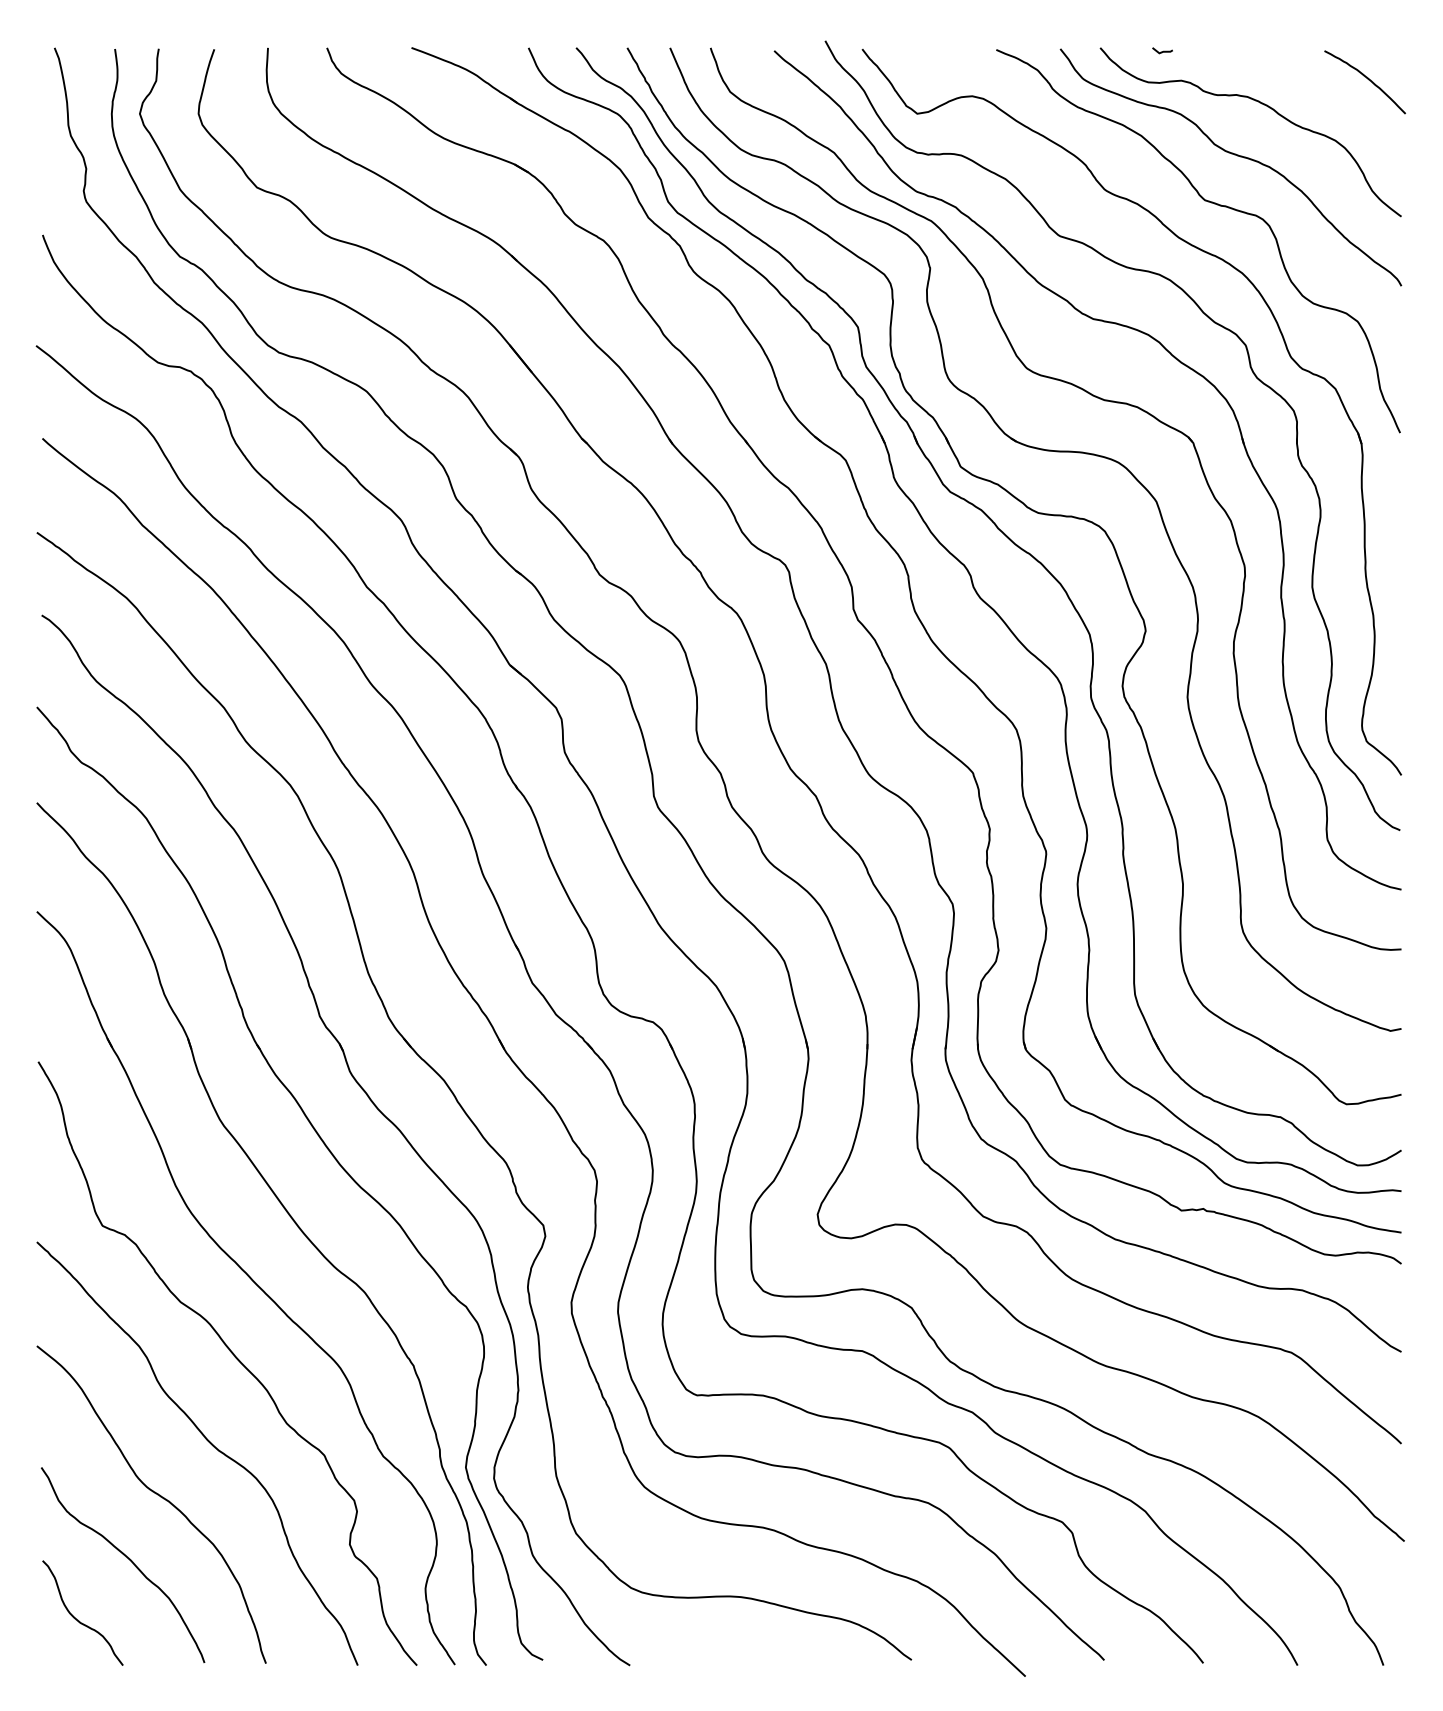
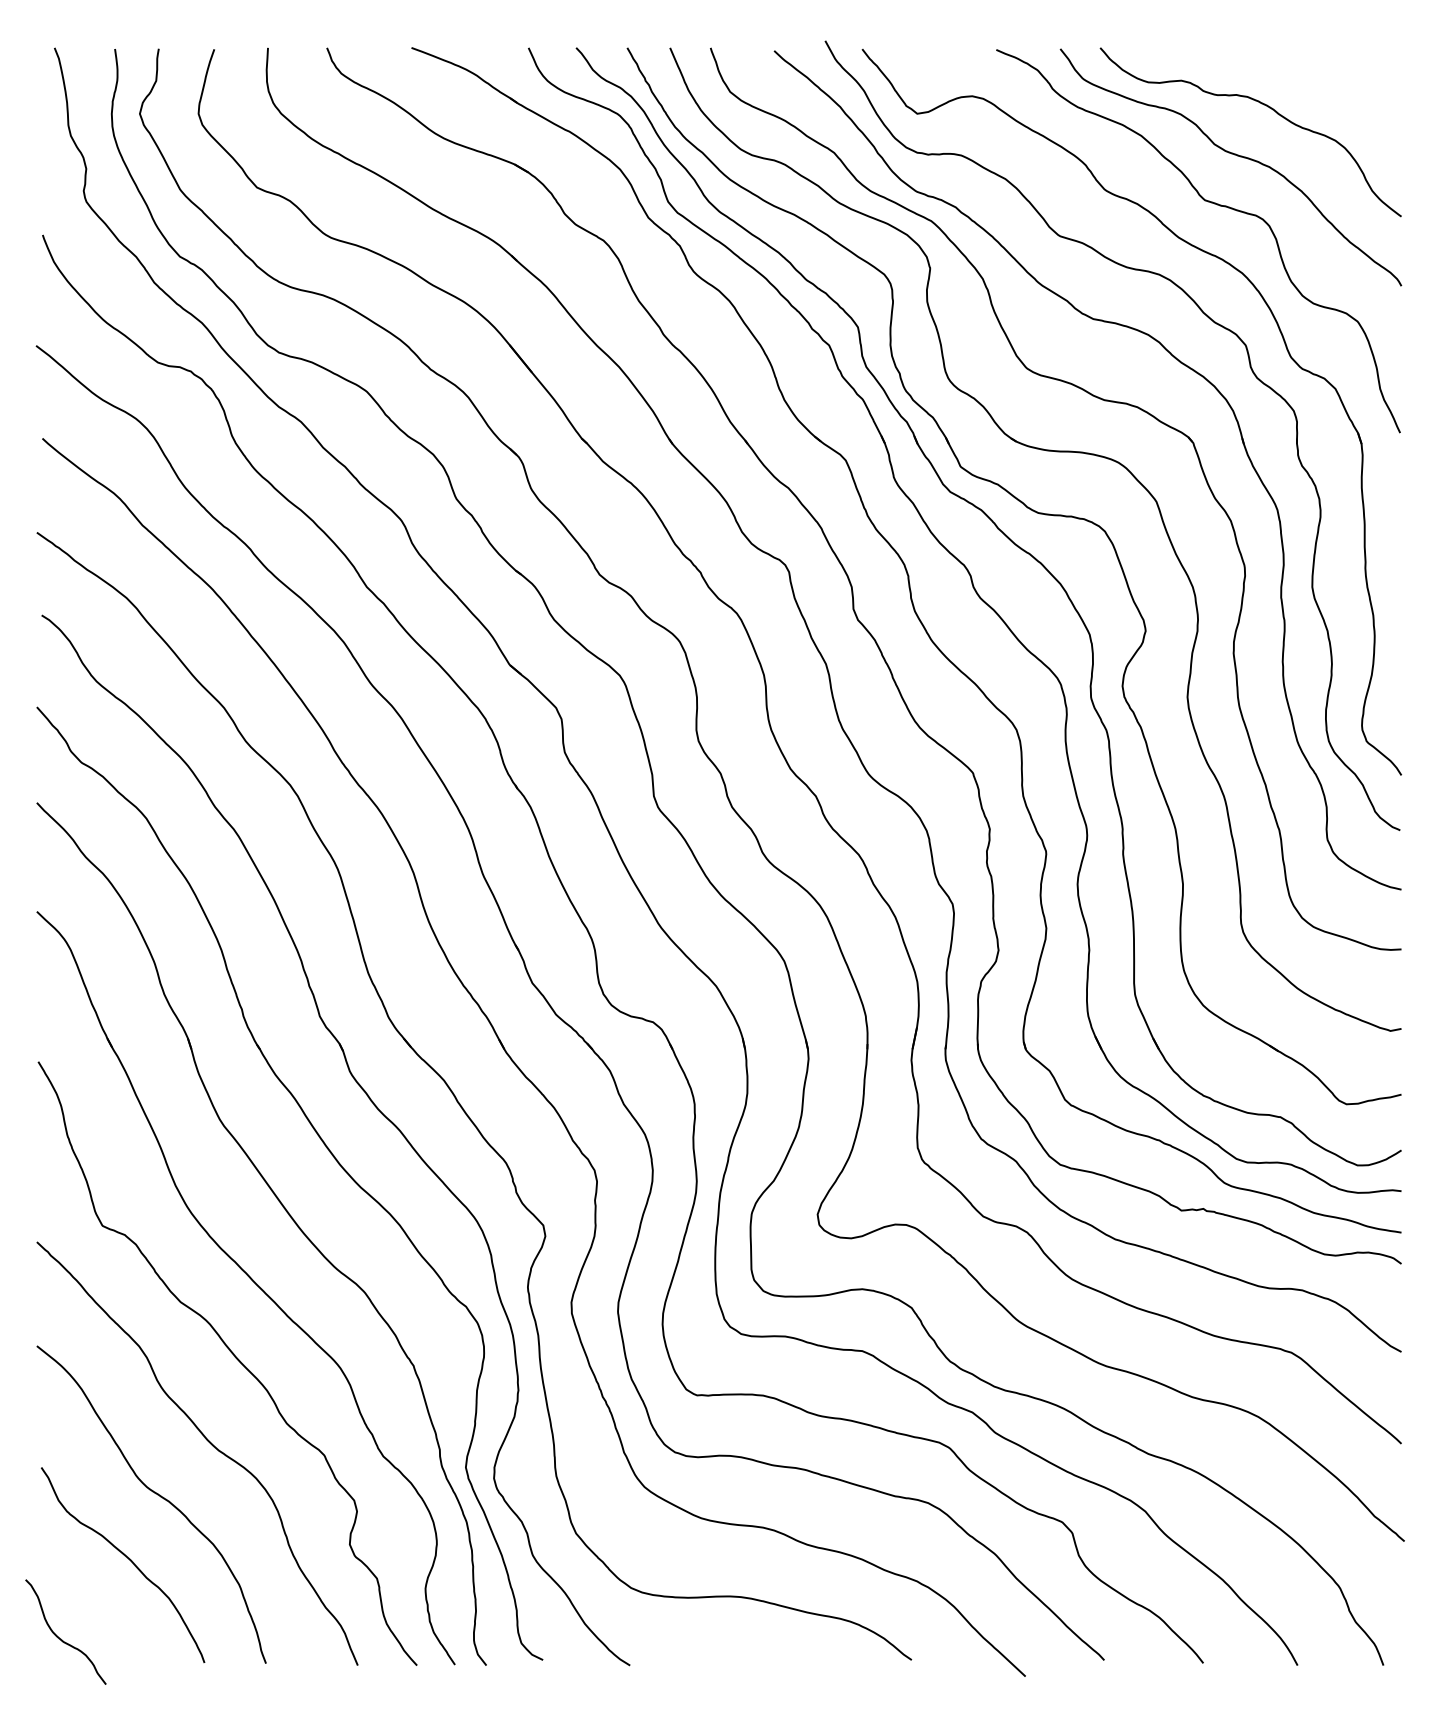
line at (1163, 50): present -> none
curve at (1367, 79): present -> none
curve at (76, 1618) position: (76, 1618) -> (59, 1637)
